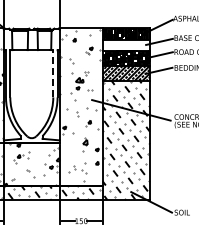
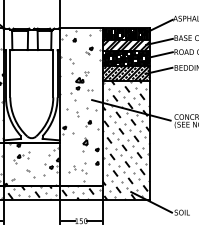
hatch at (125, 44): none -> present
line at (53, 73): dashed -> solid
